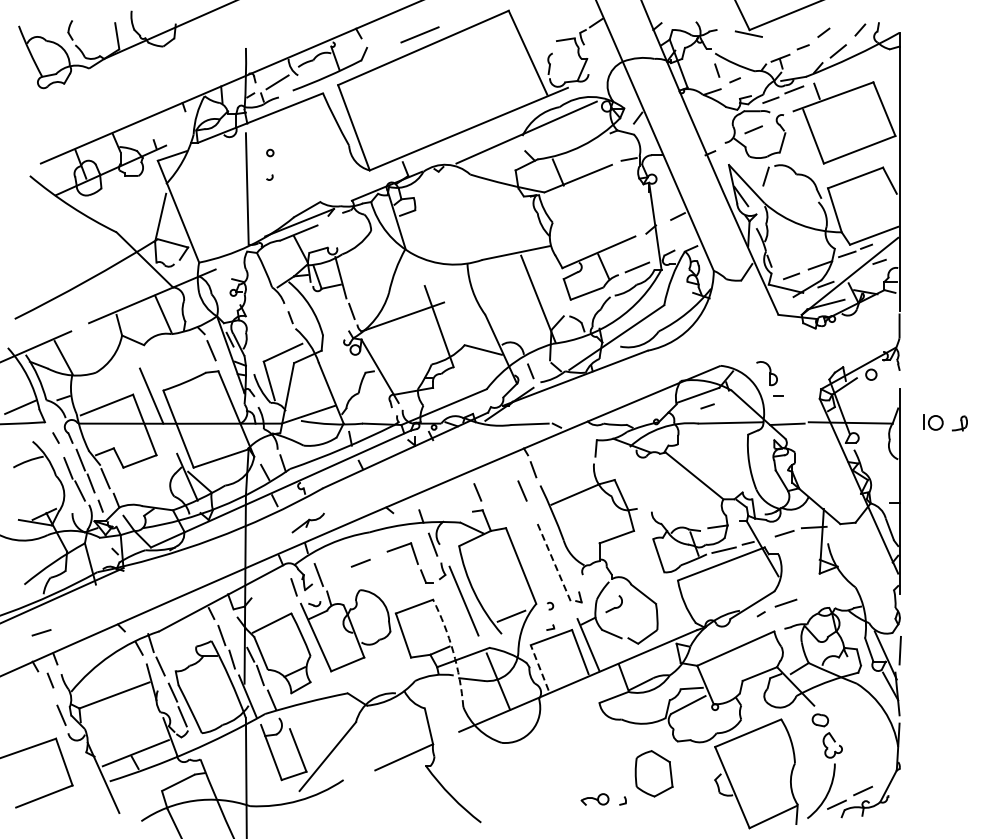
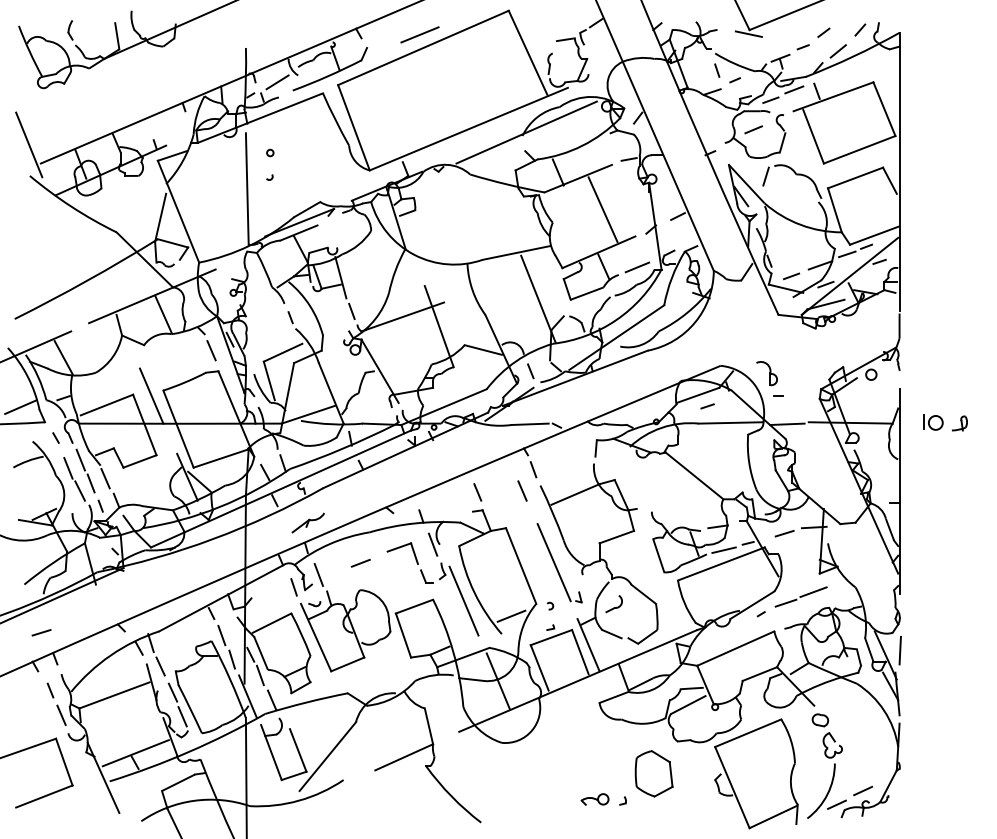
line at (29, 144): none -> present
line at (602, 209): none -> present
line at (554, 562): dashed -> solid
line at (813, 592): none -> present
arc at (453, 651): dashed -> solid
line at (539, 667): dashed -> solid
line at (50, 680) position: (50, 680) -> (50, 690)
